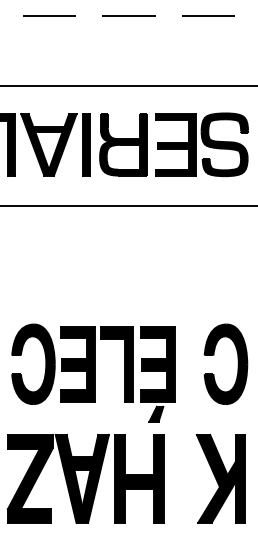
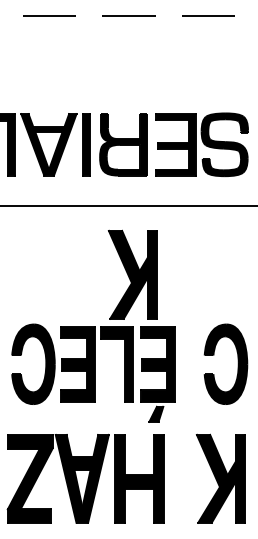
line at (128, 85): present -> none
part at (132, 274): none -> present
